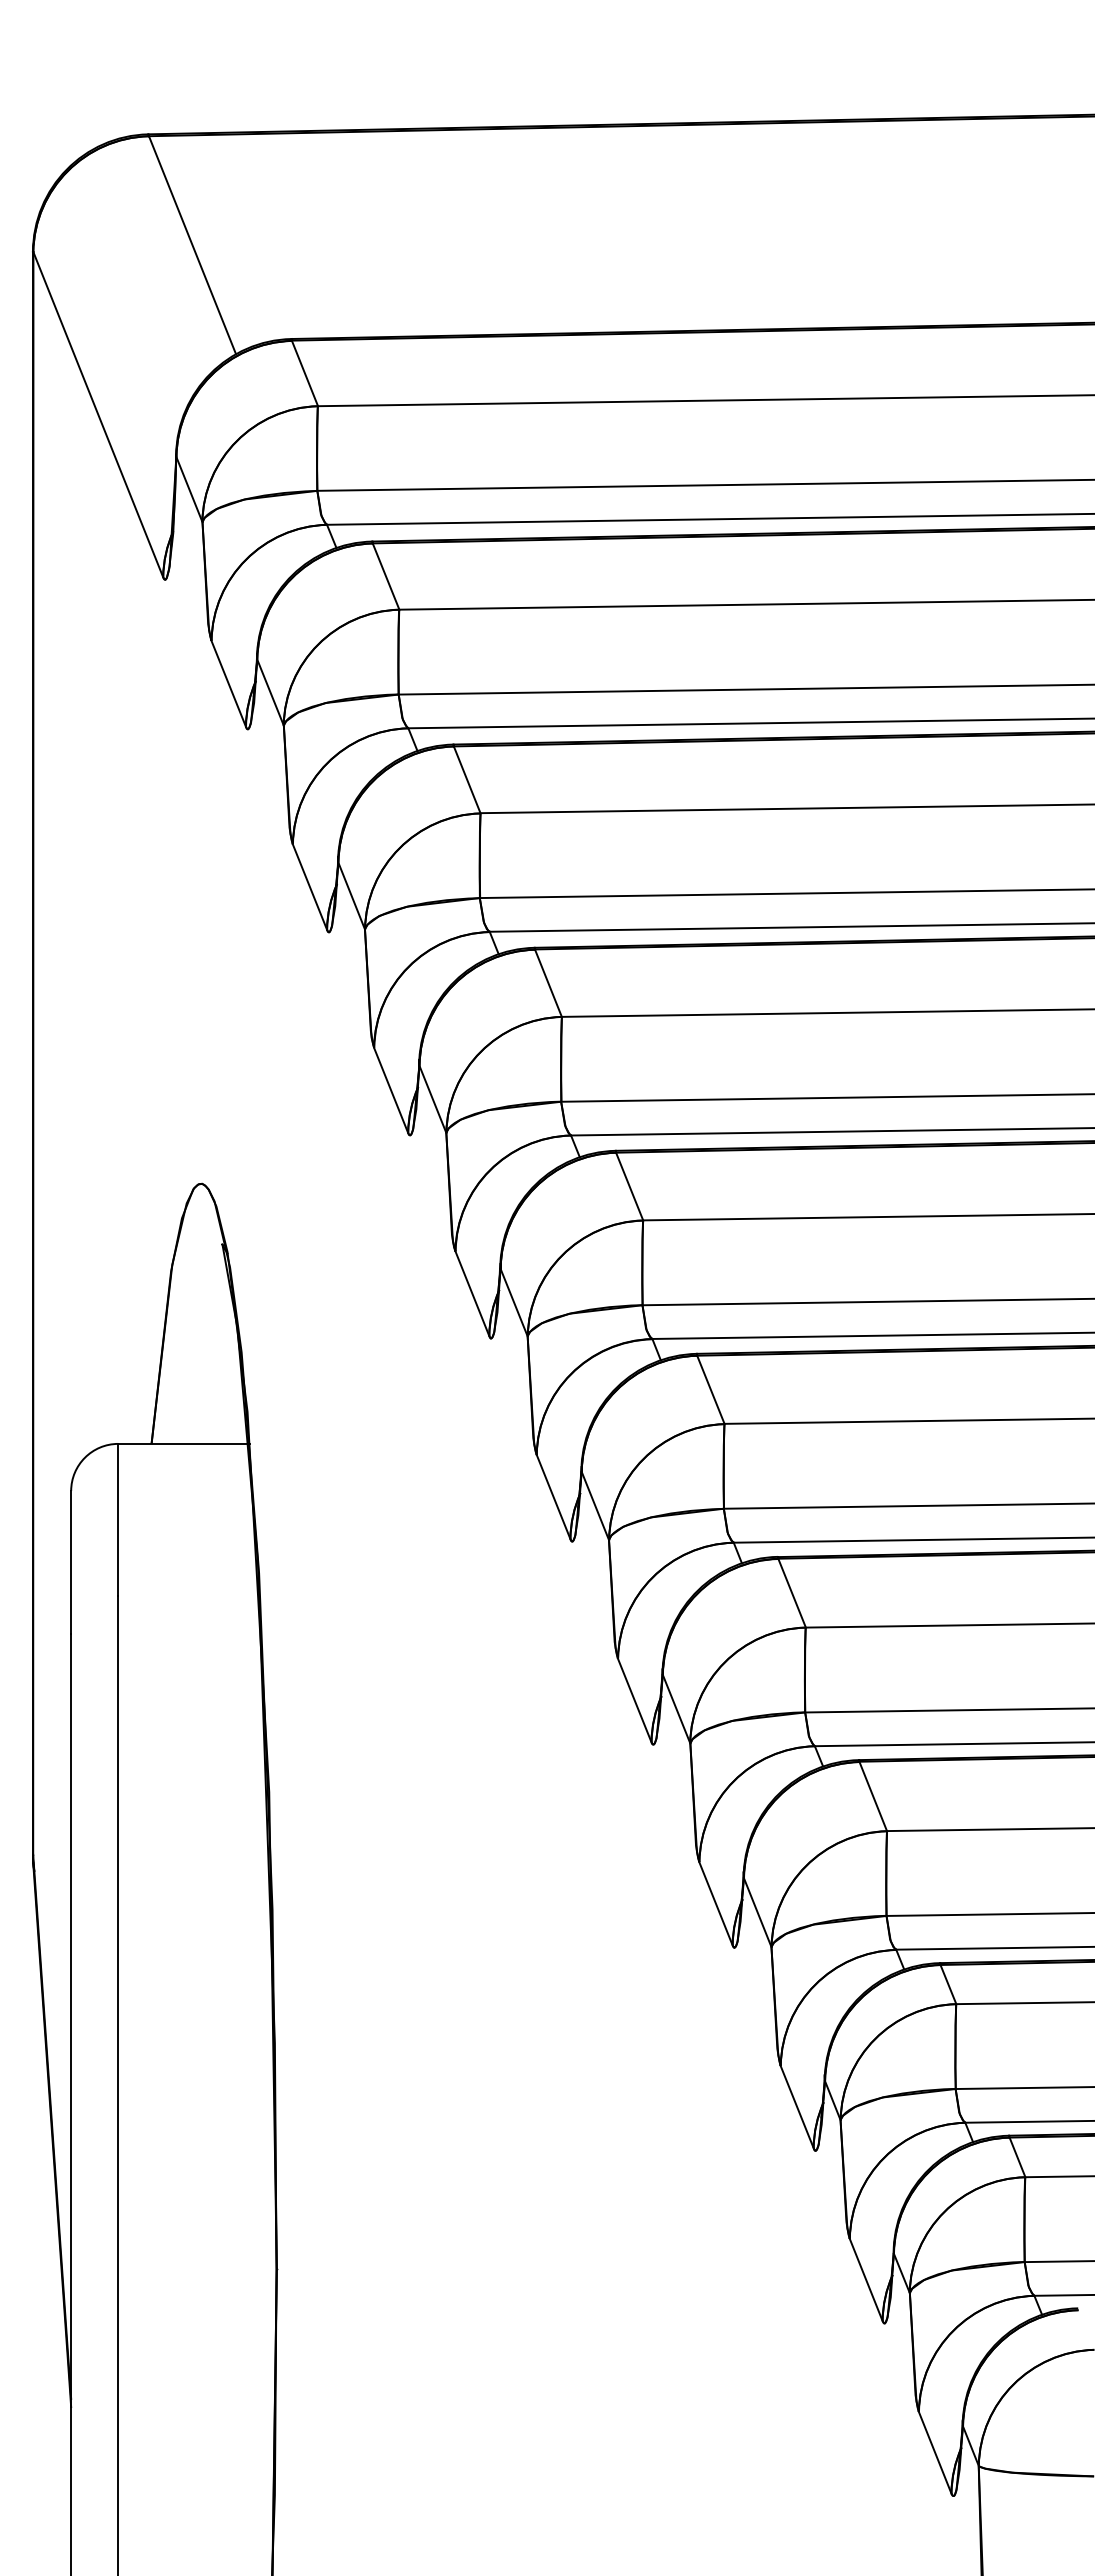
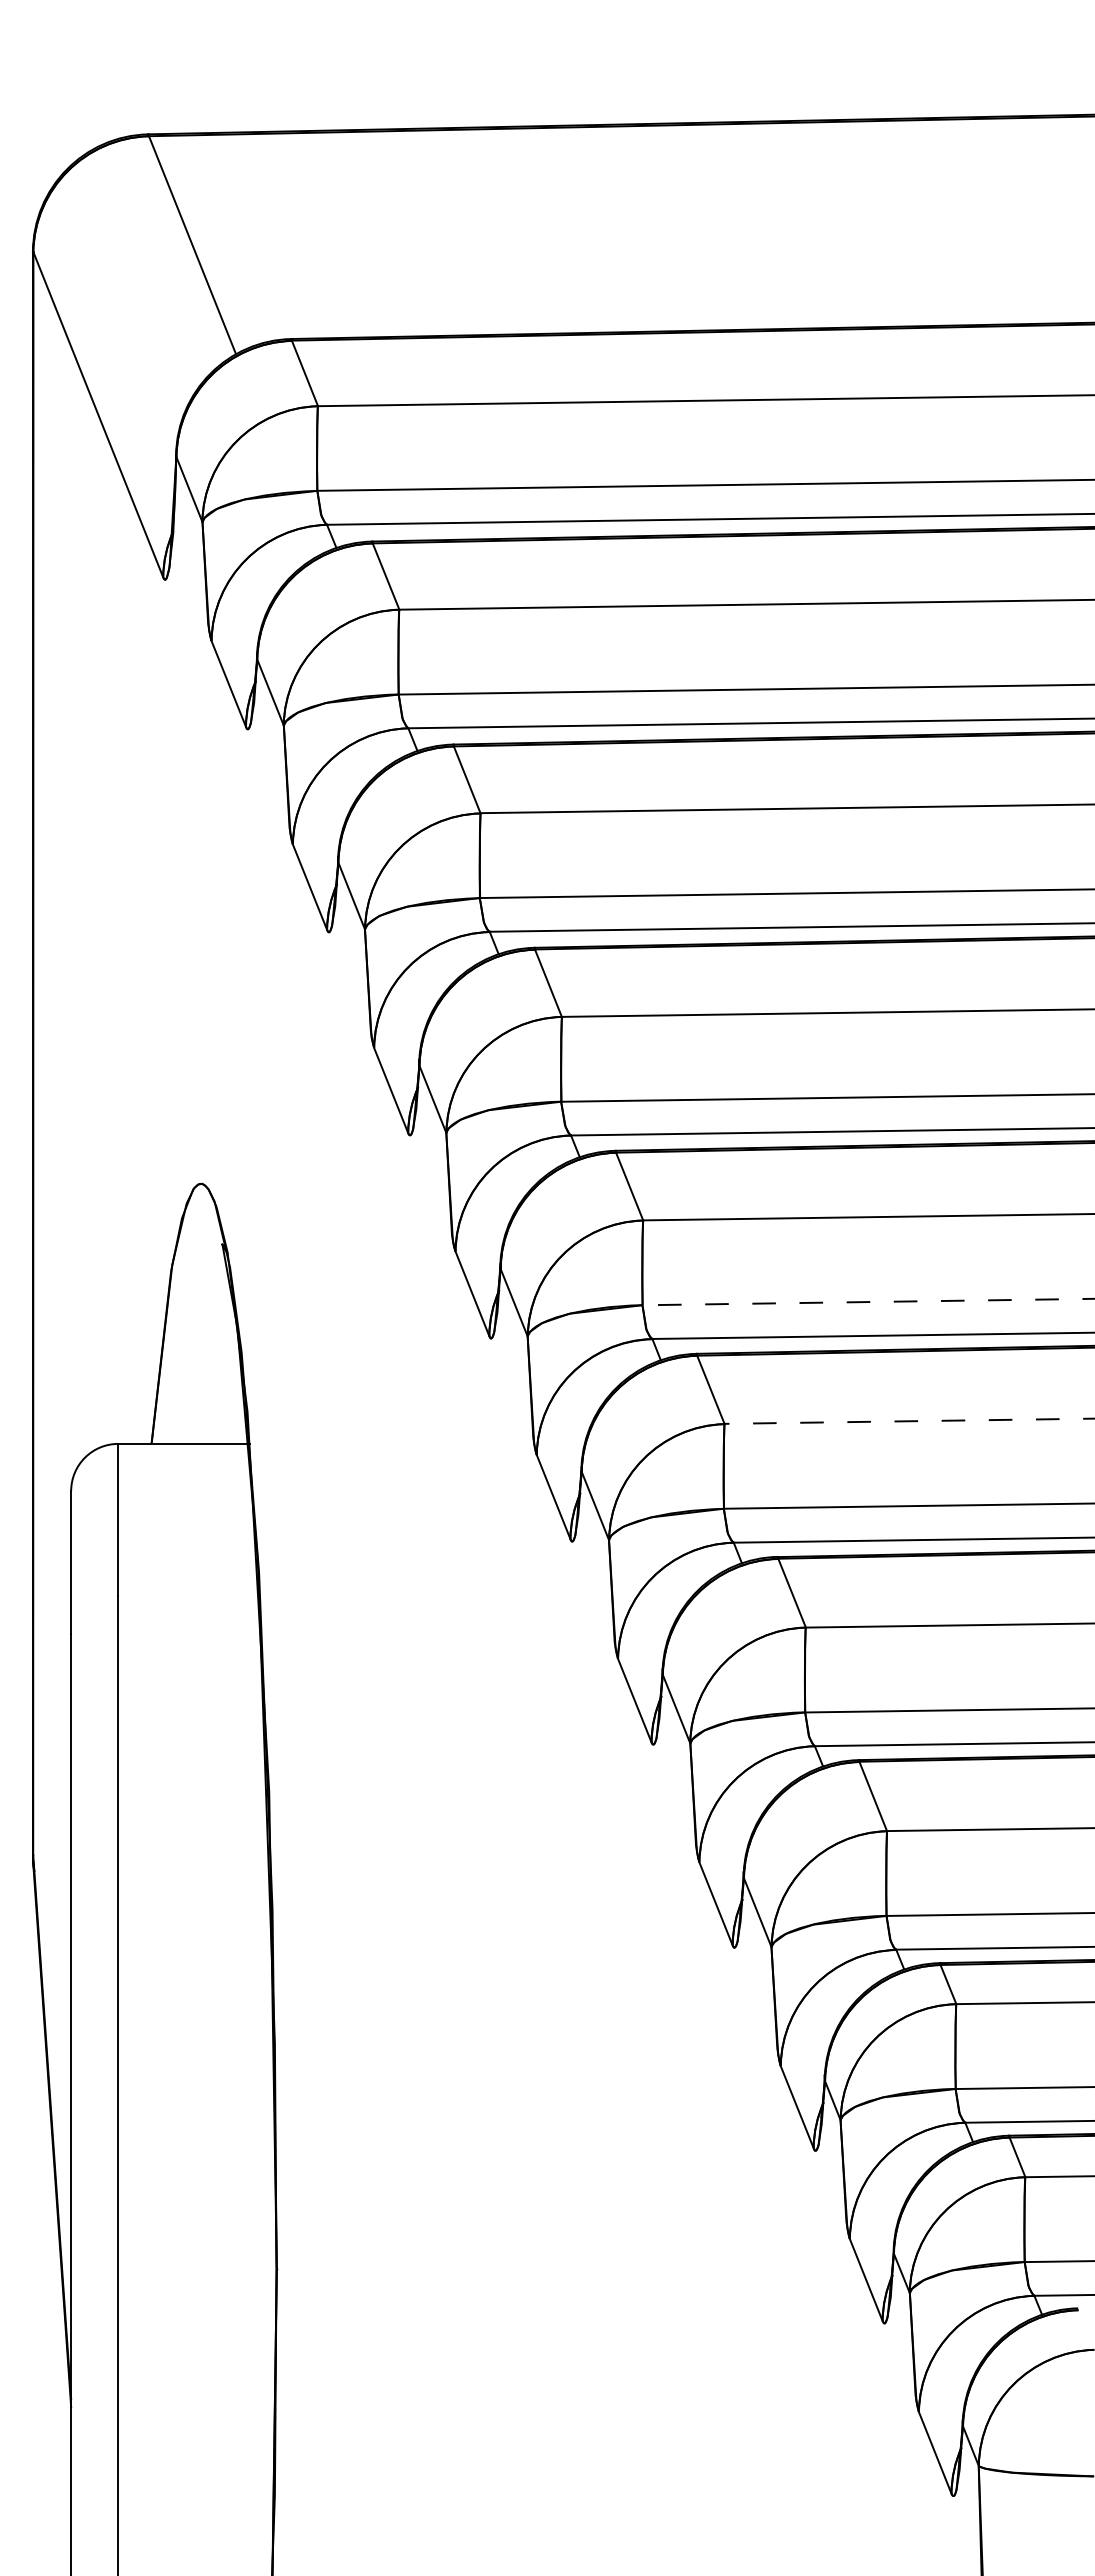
line at (868, 1302): solid -> dashed
line at (909, 1421): solid -> dashed
